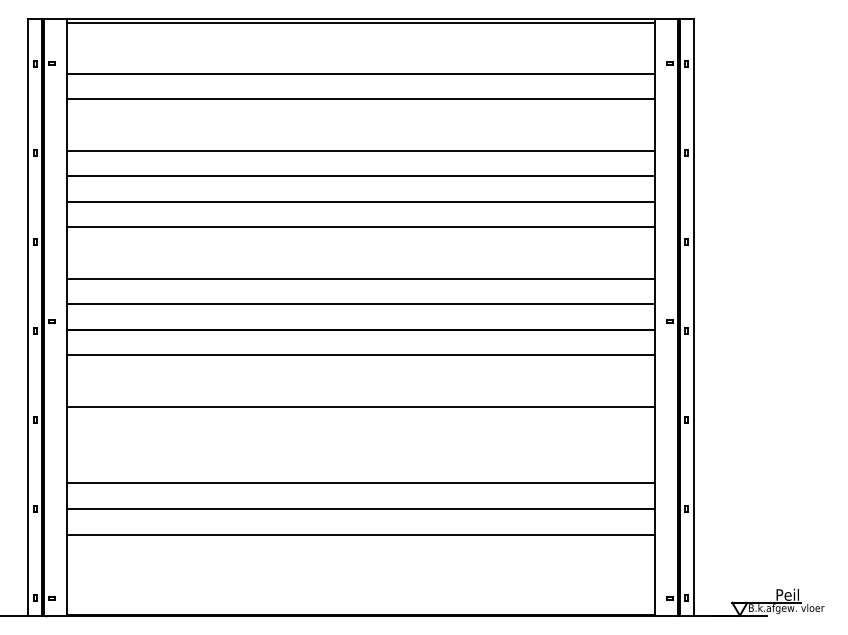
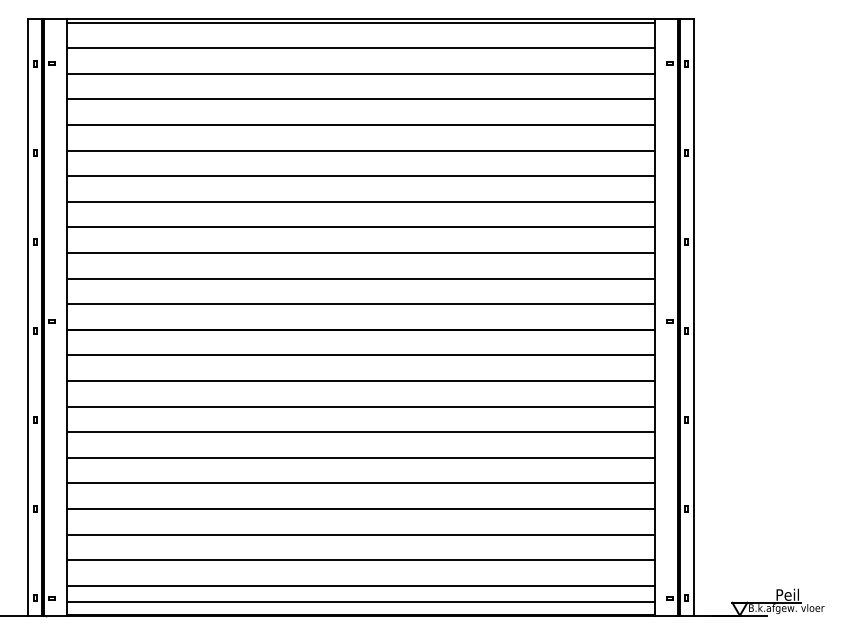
line at (360, 48): none -> present
line at (360, 124): none -> present
line at (360, 252): none -> present
line at (360, 380): none -> present
line at (360, 432): none -> present
line at (360, 457): none -> present
line at (360, 560): none -> present
line at (360, 585): none -> present
line at (360, 601): none -> present
